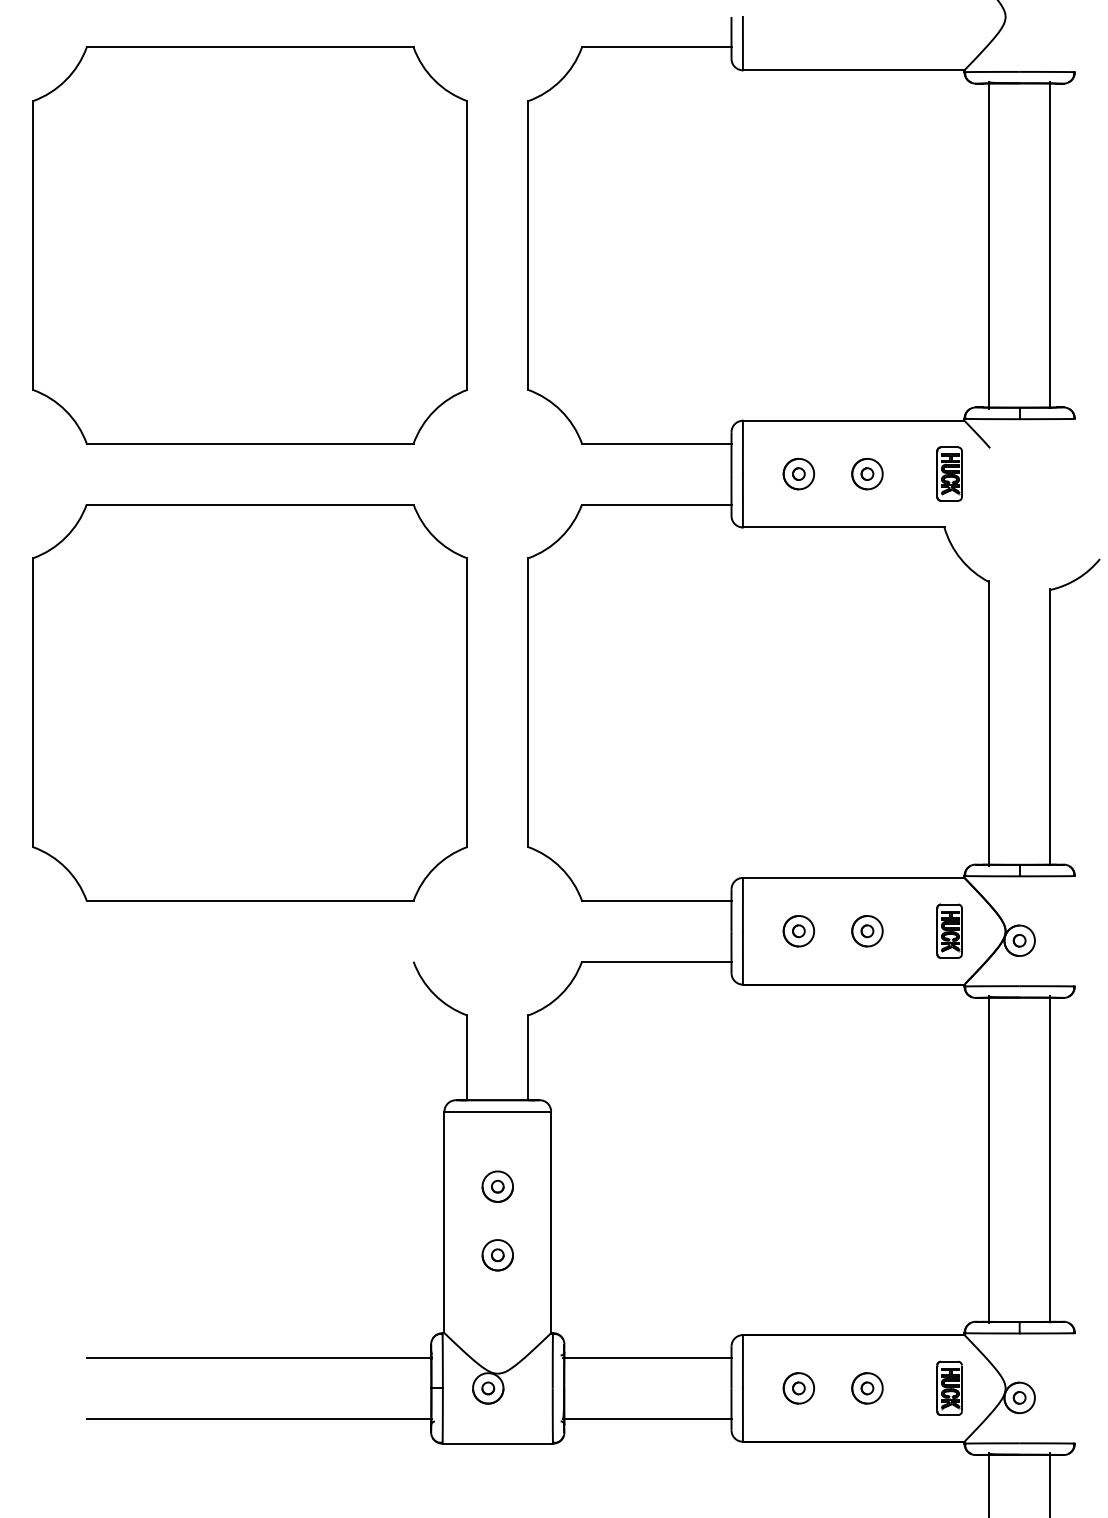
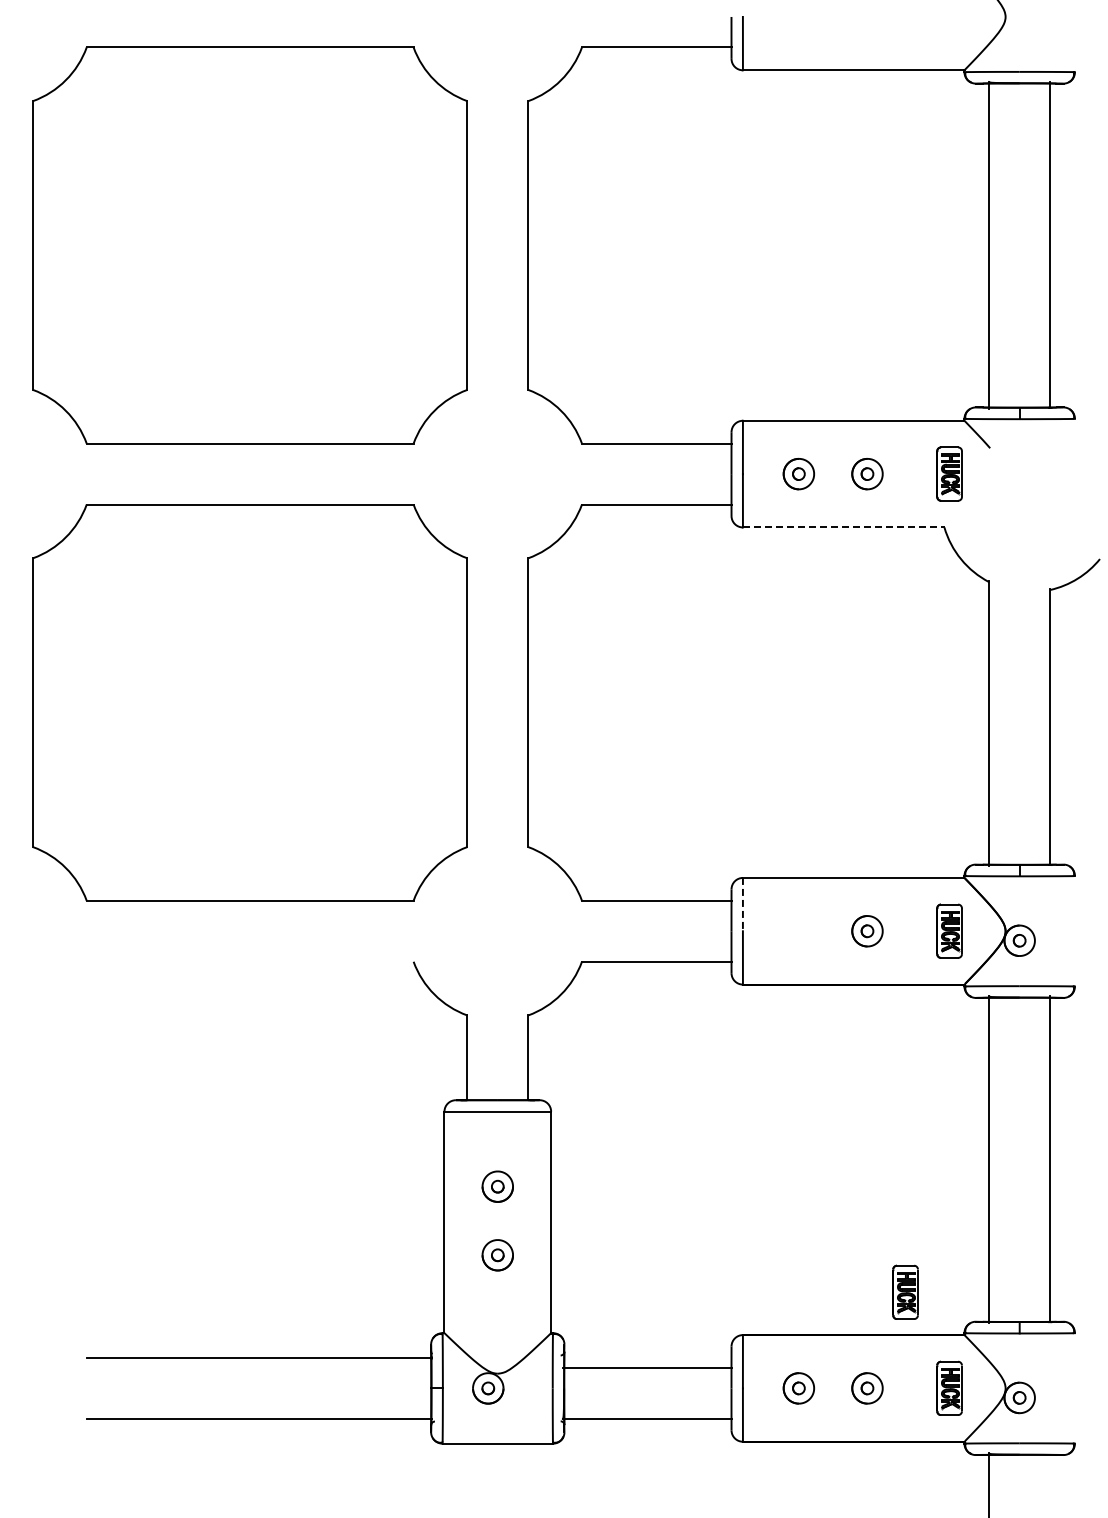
line at (844, 527): solid -> dashed
line at (742, 904): solid -> dashed
part at (798, 931): present -> none
part at (905, 1291): none -> present
line at (646, 1357) position: (646, 1357) -> (646, 1367)
line at (1050, 1483): present -> none
